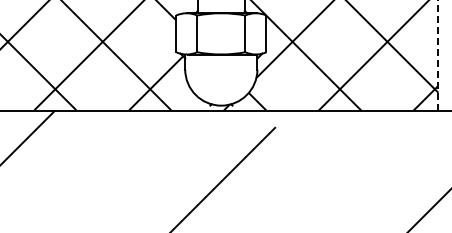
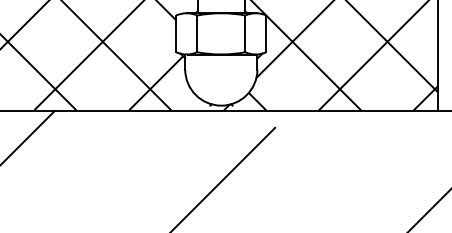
line at (438, 56): dashed -> solid
